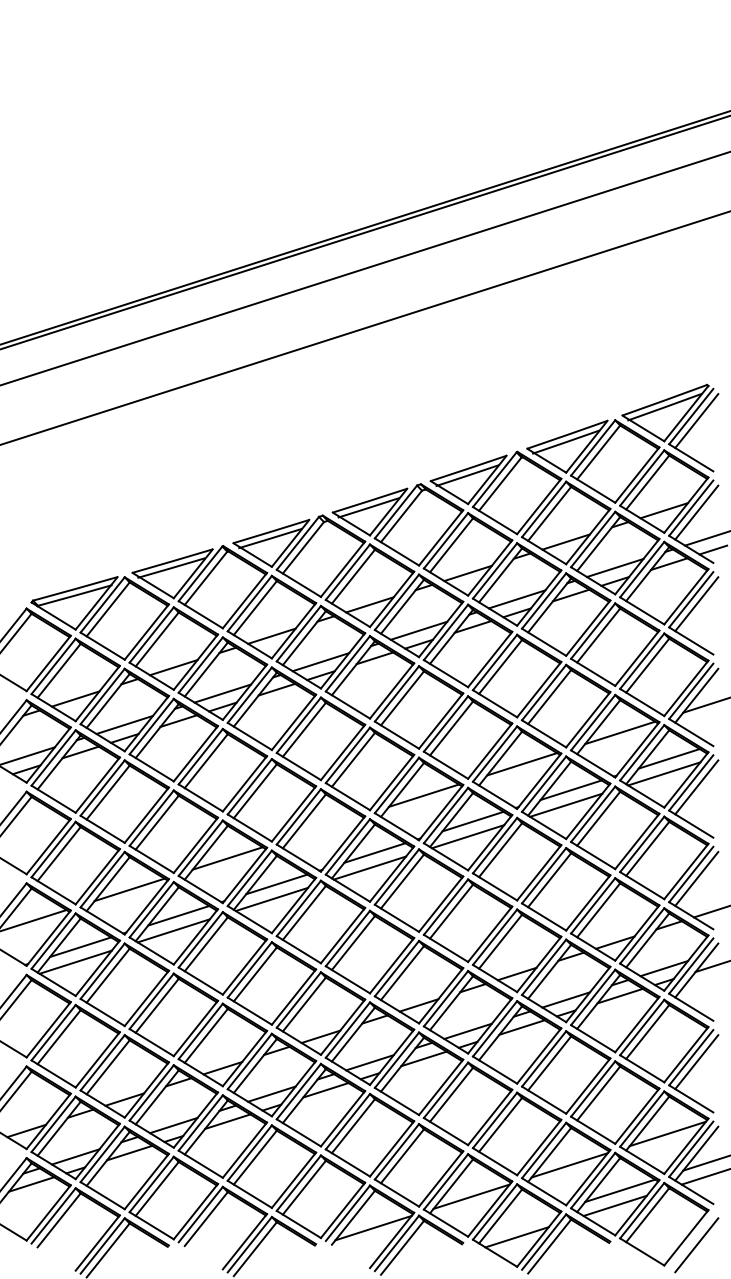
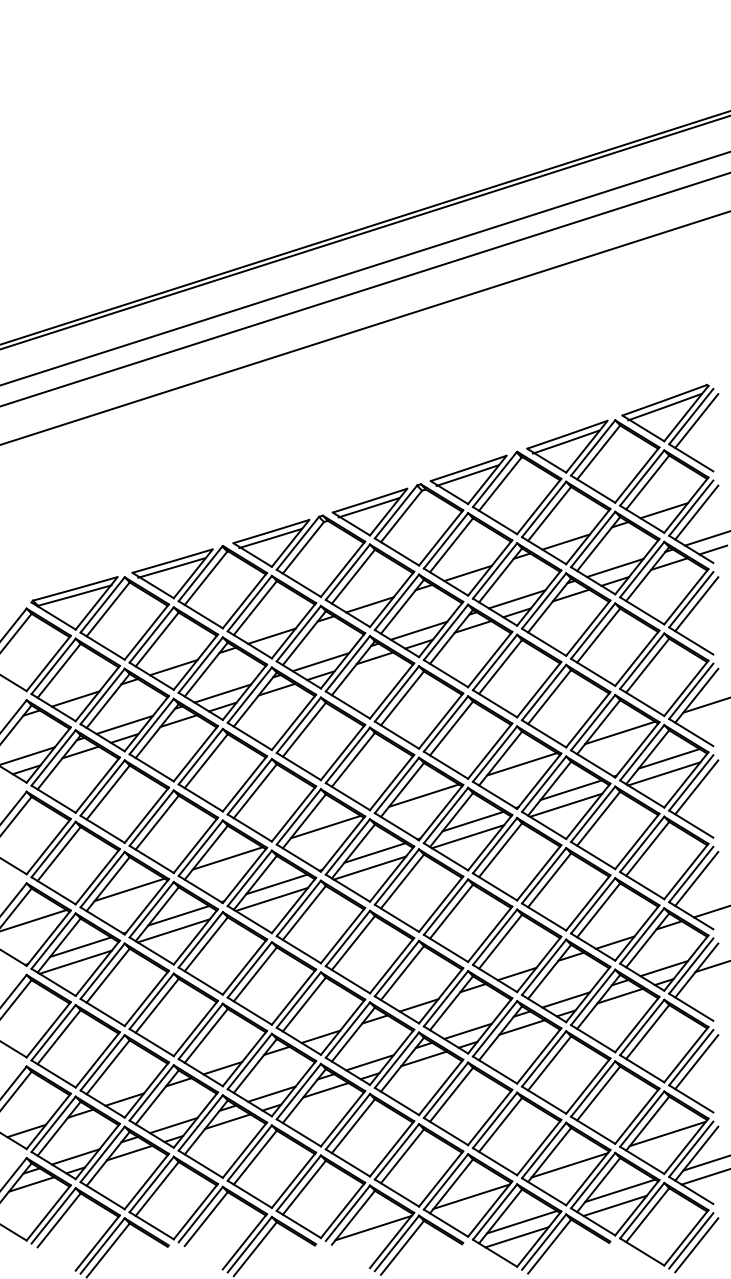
line at (364, 289): none -> present
line at (325, 826): none -> present
line at (522, 1222): none -> present
line at (691, 1240): none -> present
